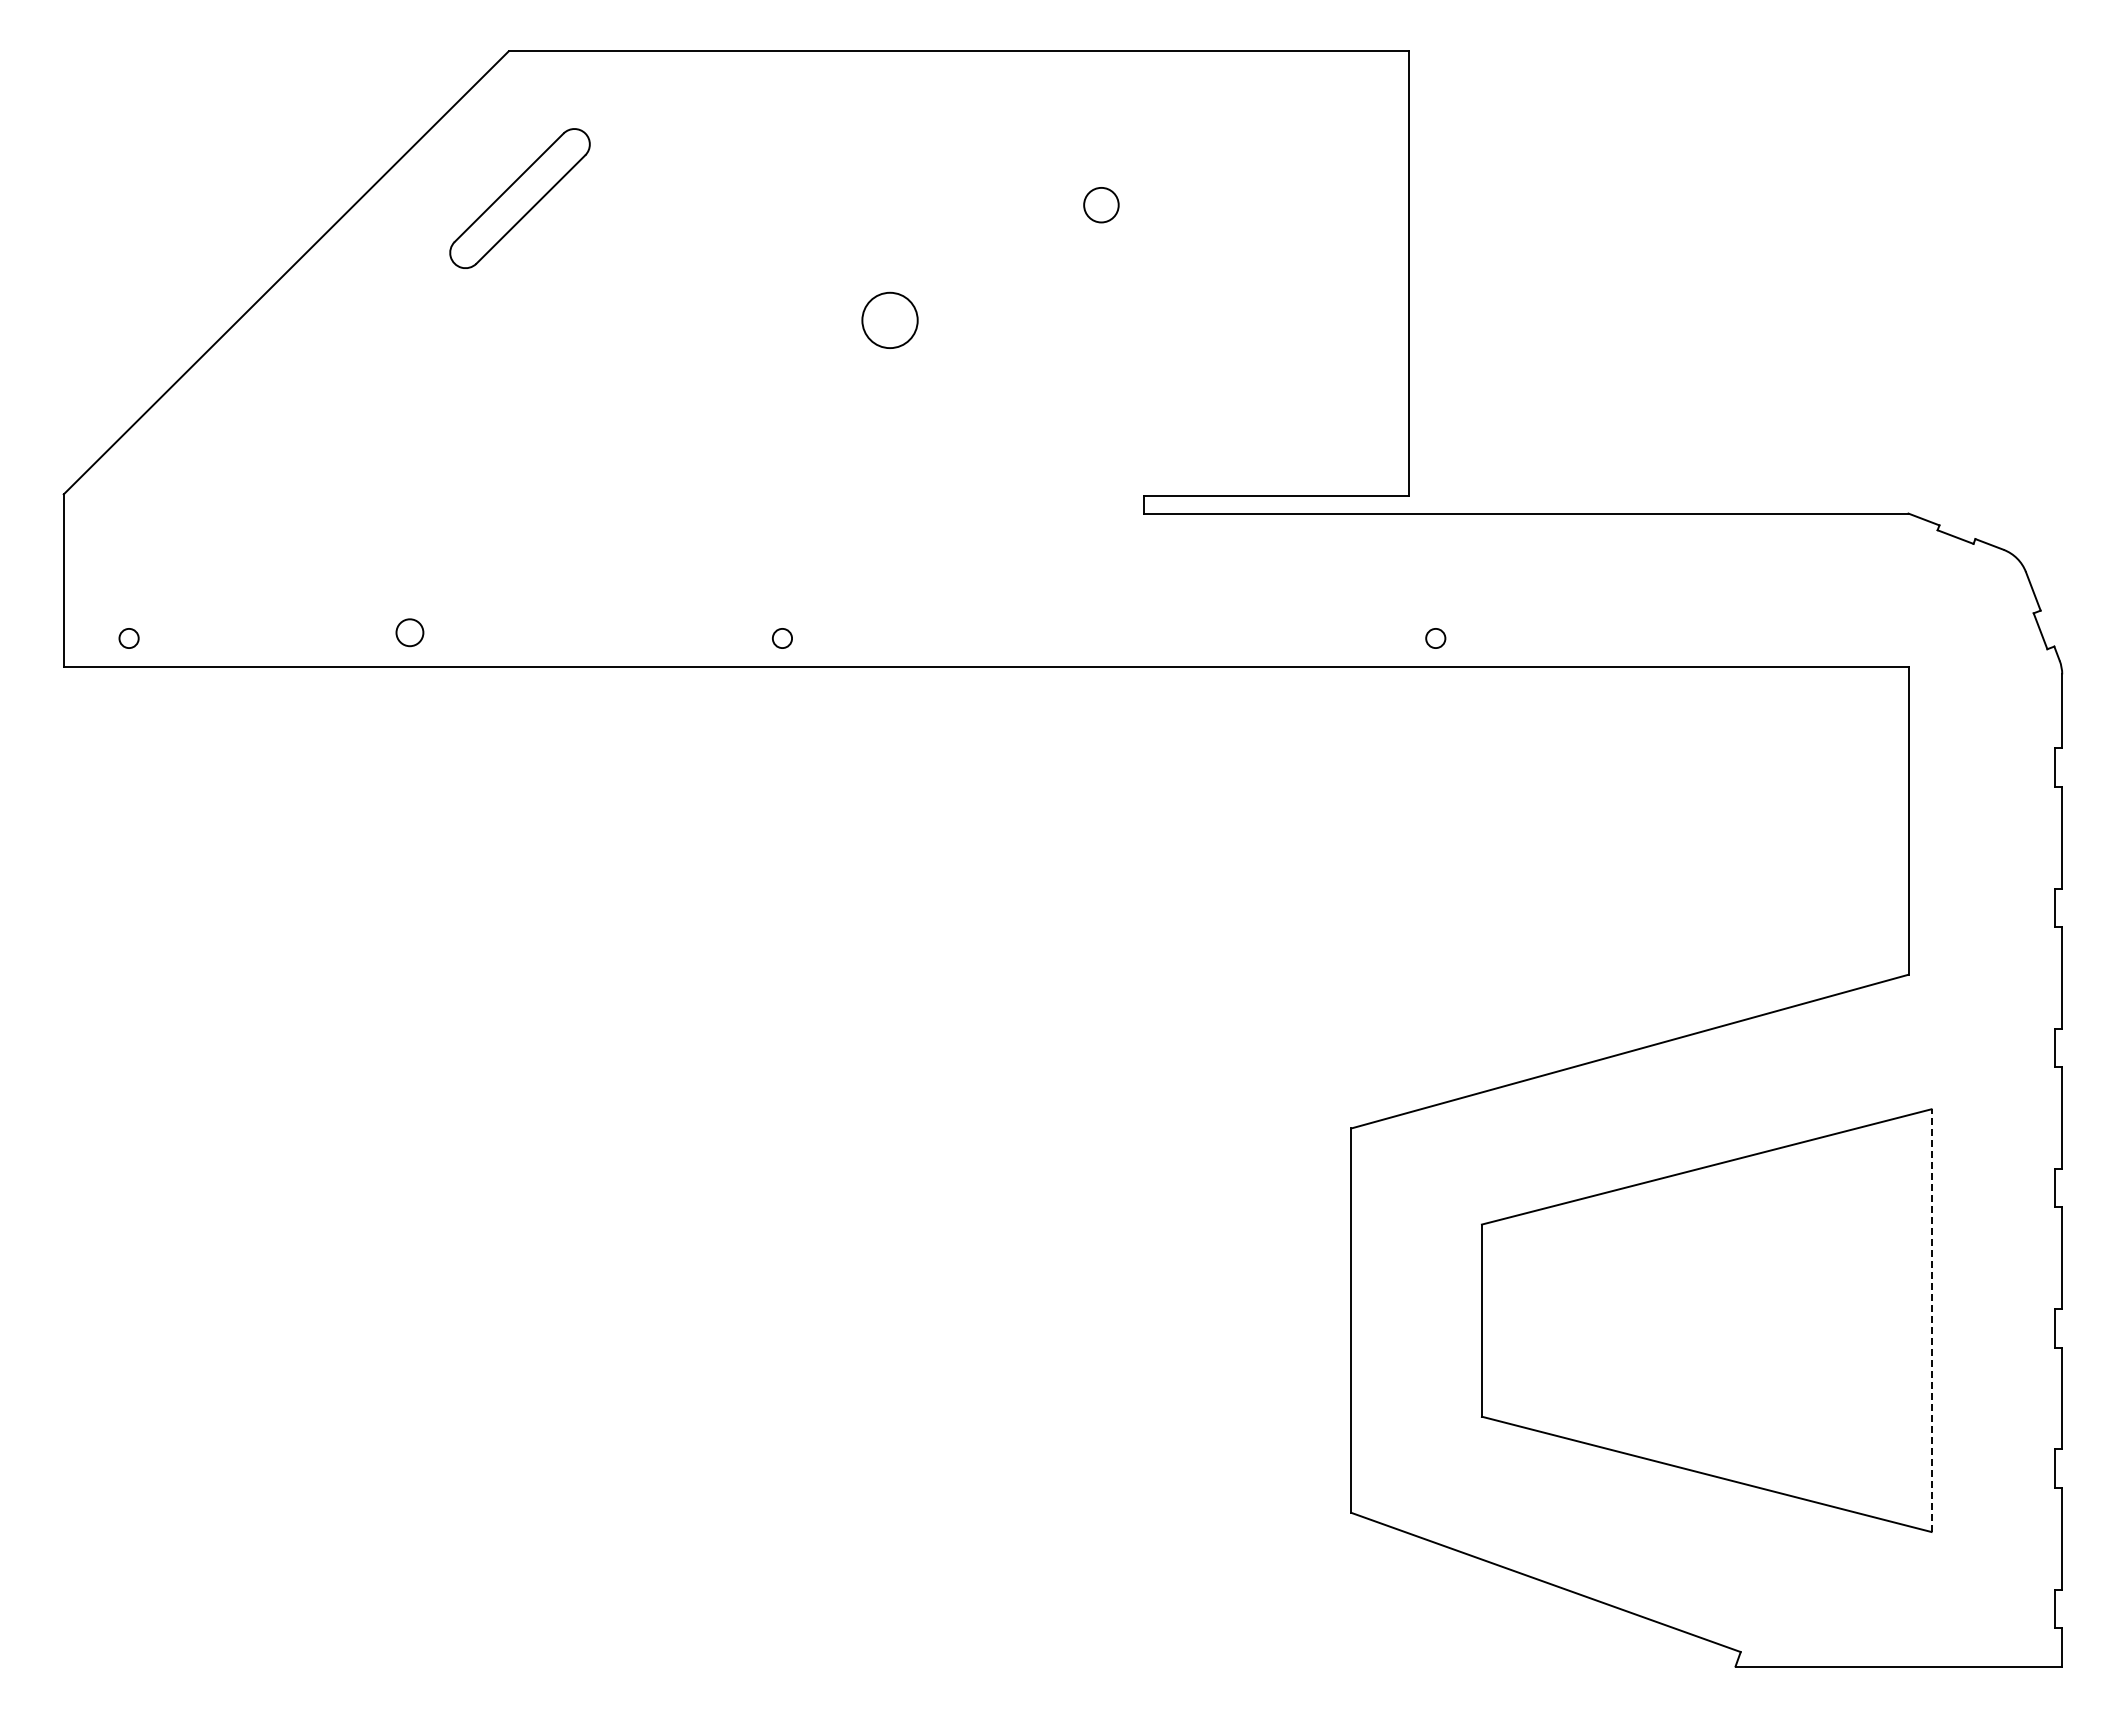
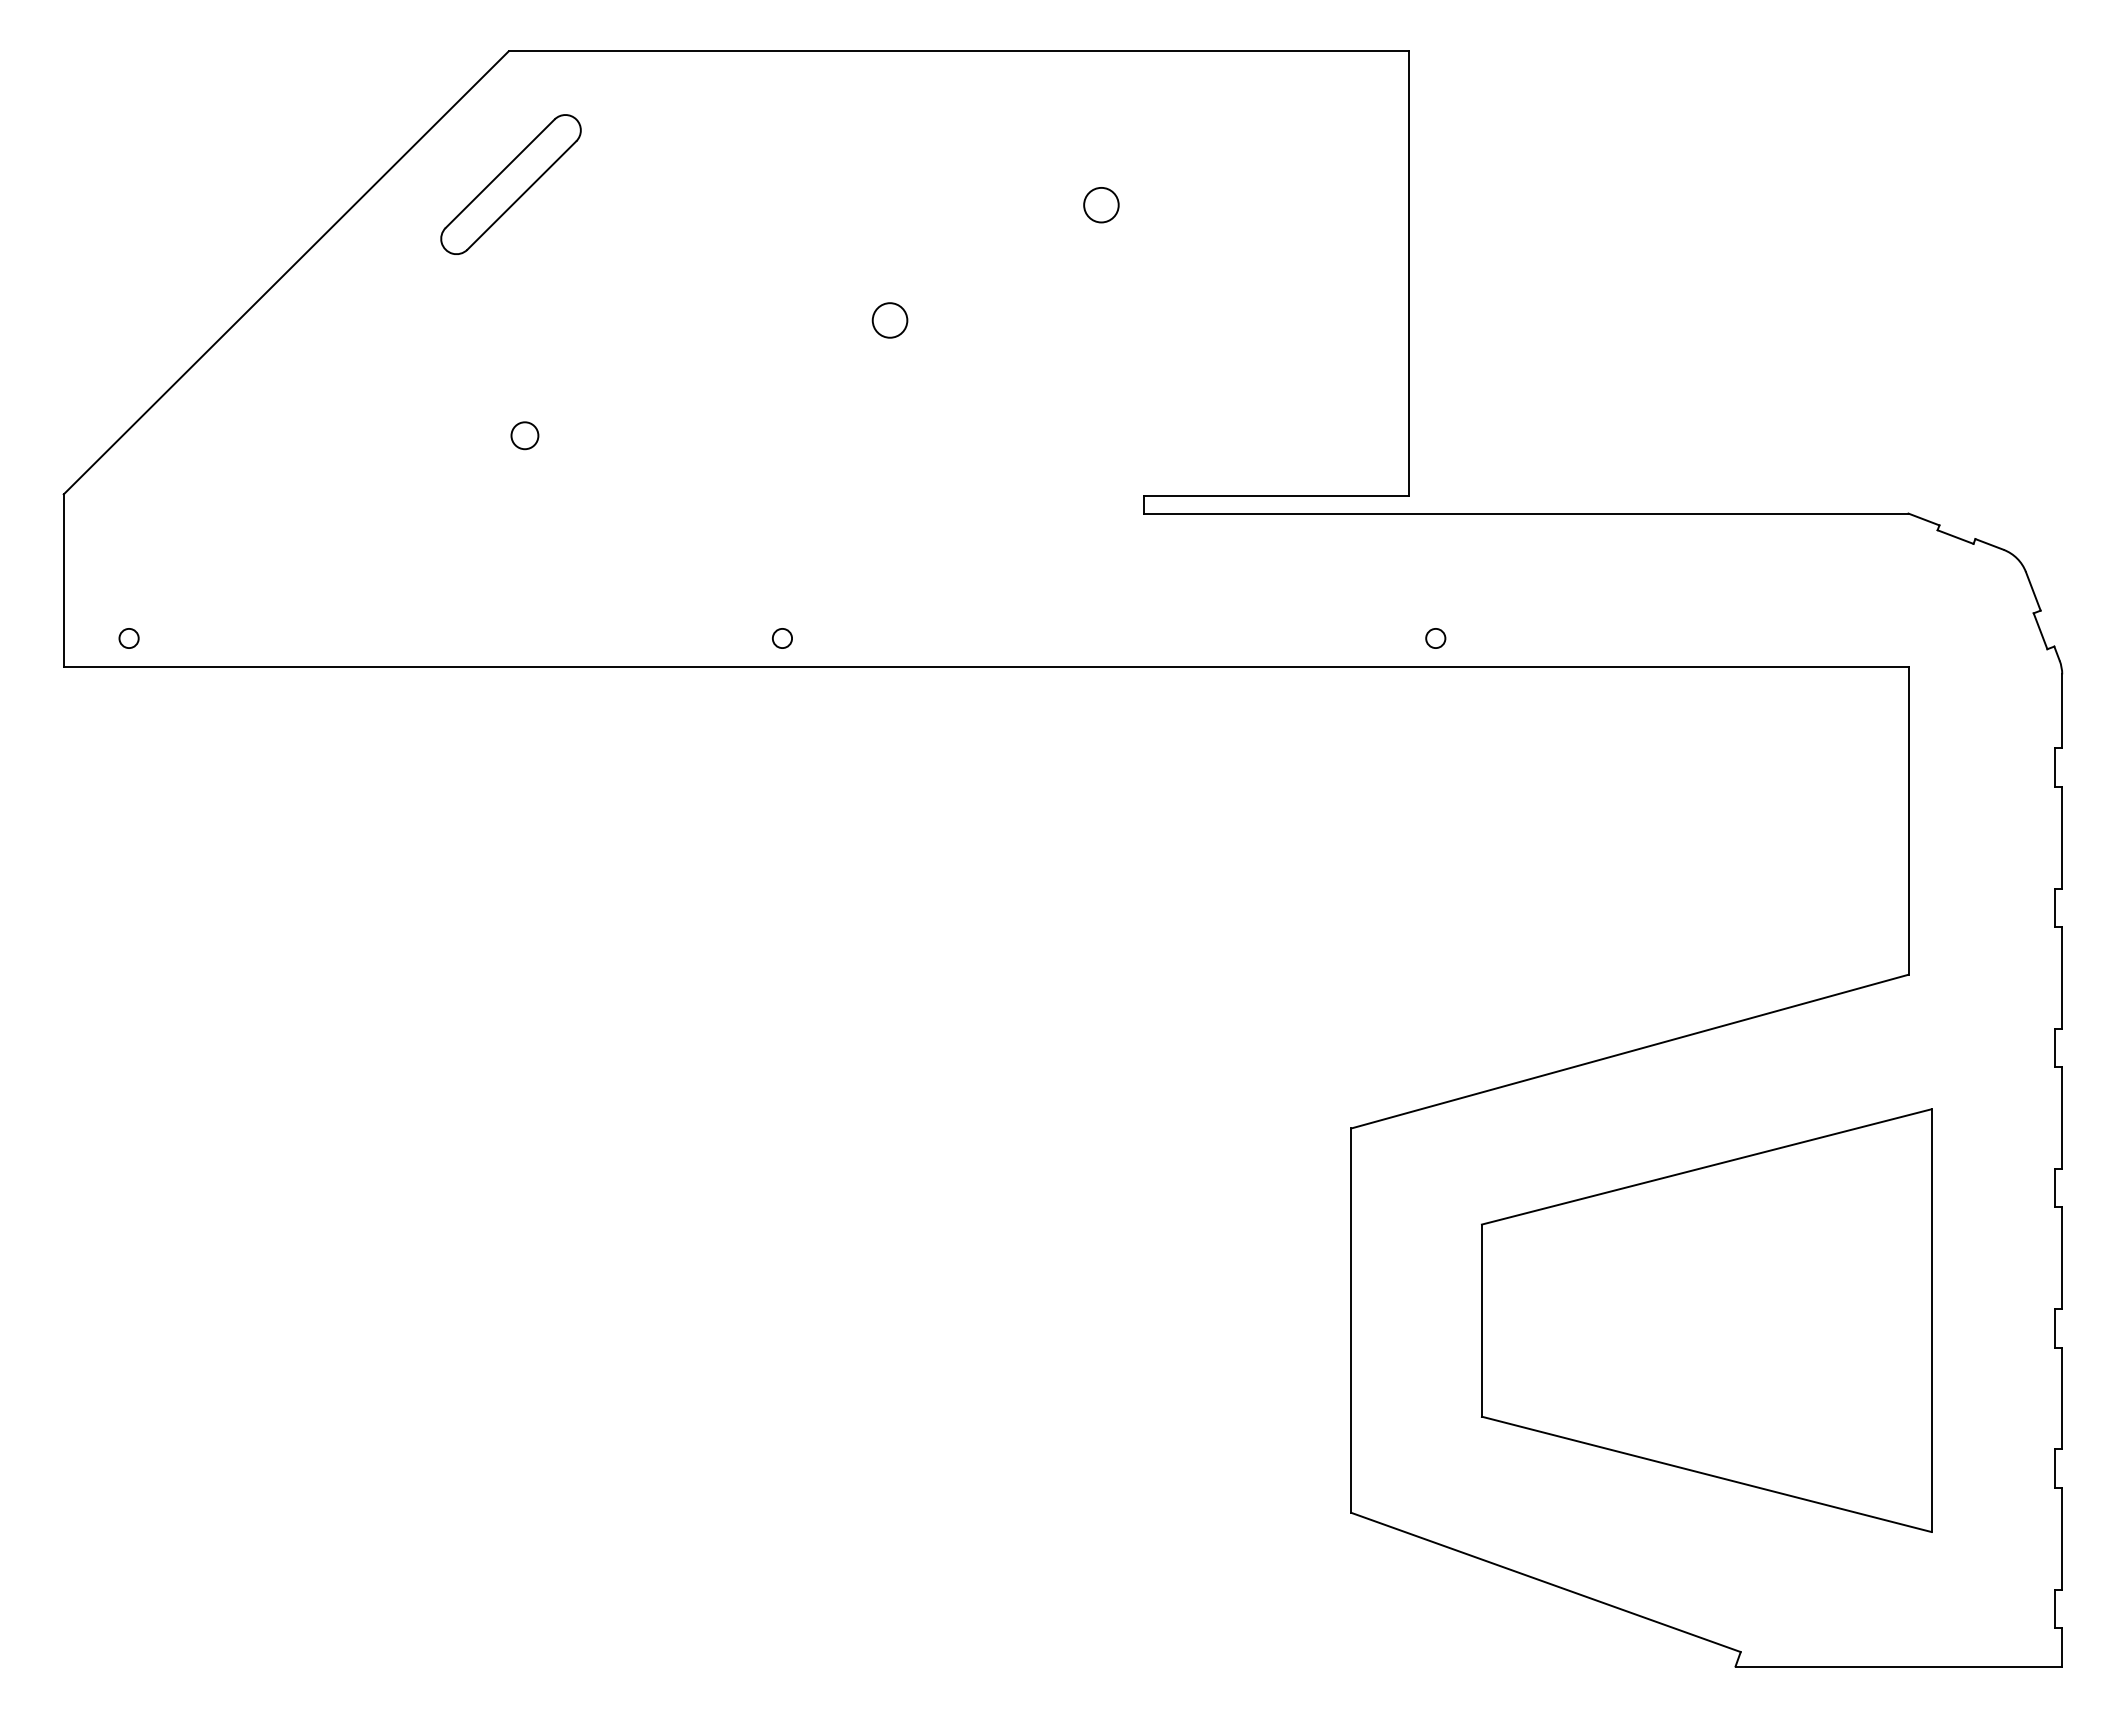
part at (519, 198) position: (519, 198) -> (510, 184)
circle at (889, 320) diameter: 55 px -> 35 px
circle at (409, 632) position: (409, 632) -> (524, 435)
line at (1931, 1320): dashed -> solid
